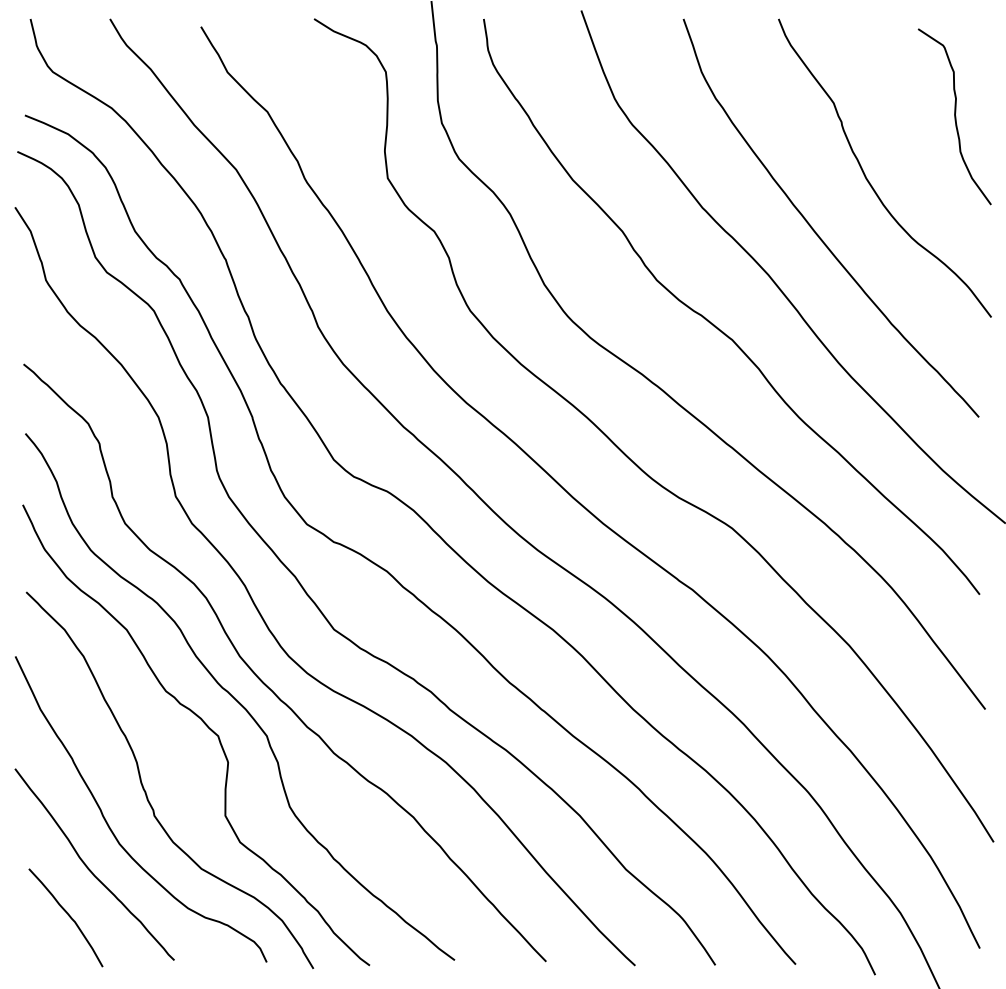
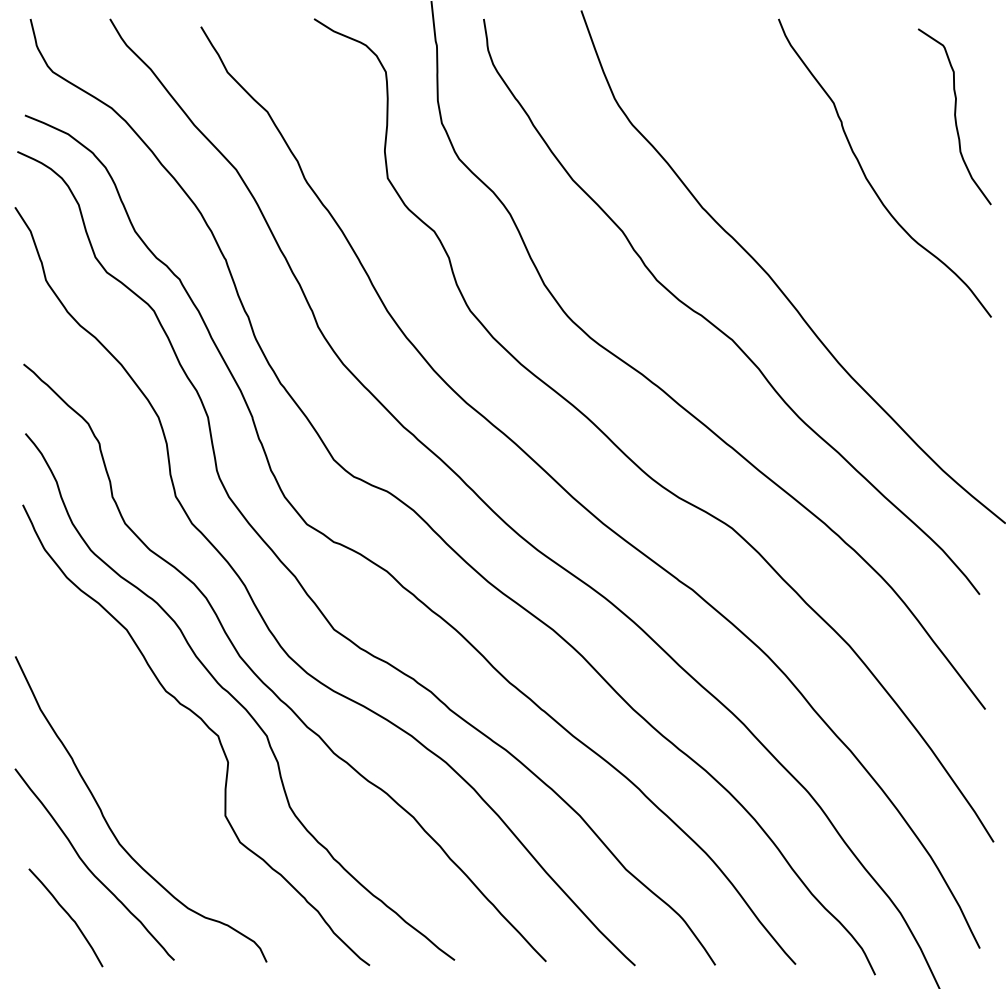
curve at (814, 229): present -> none
curve at (146, 791): present -> none
